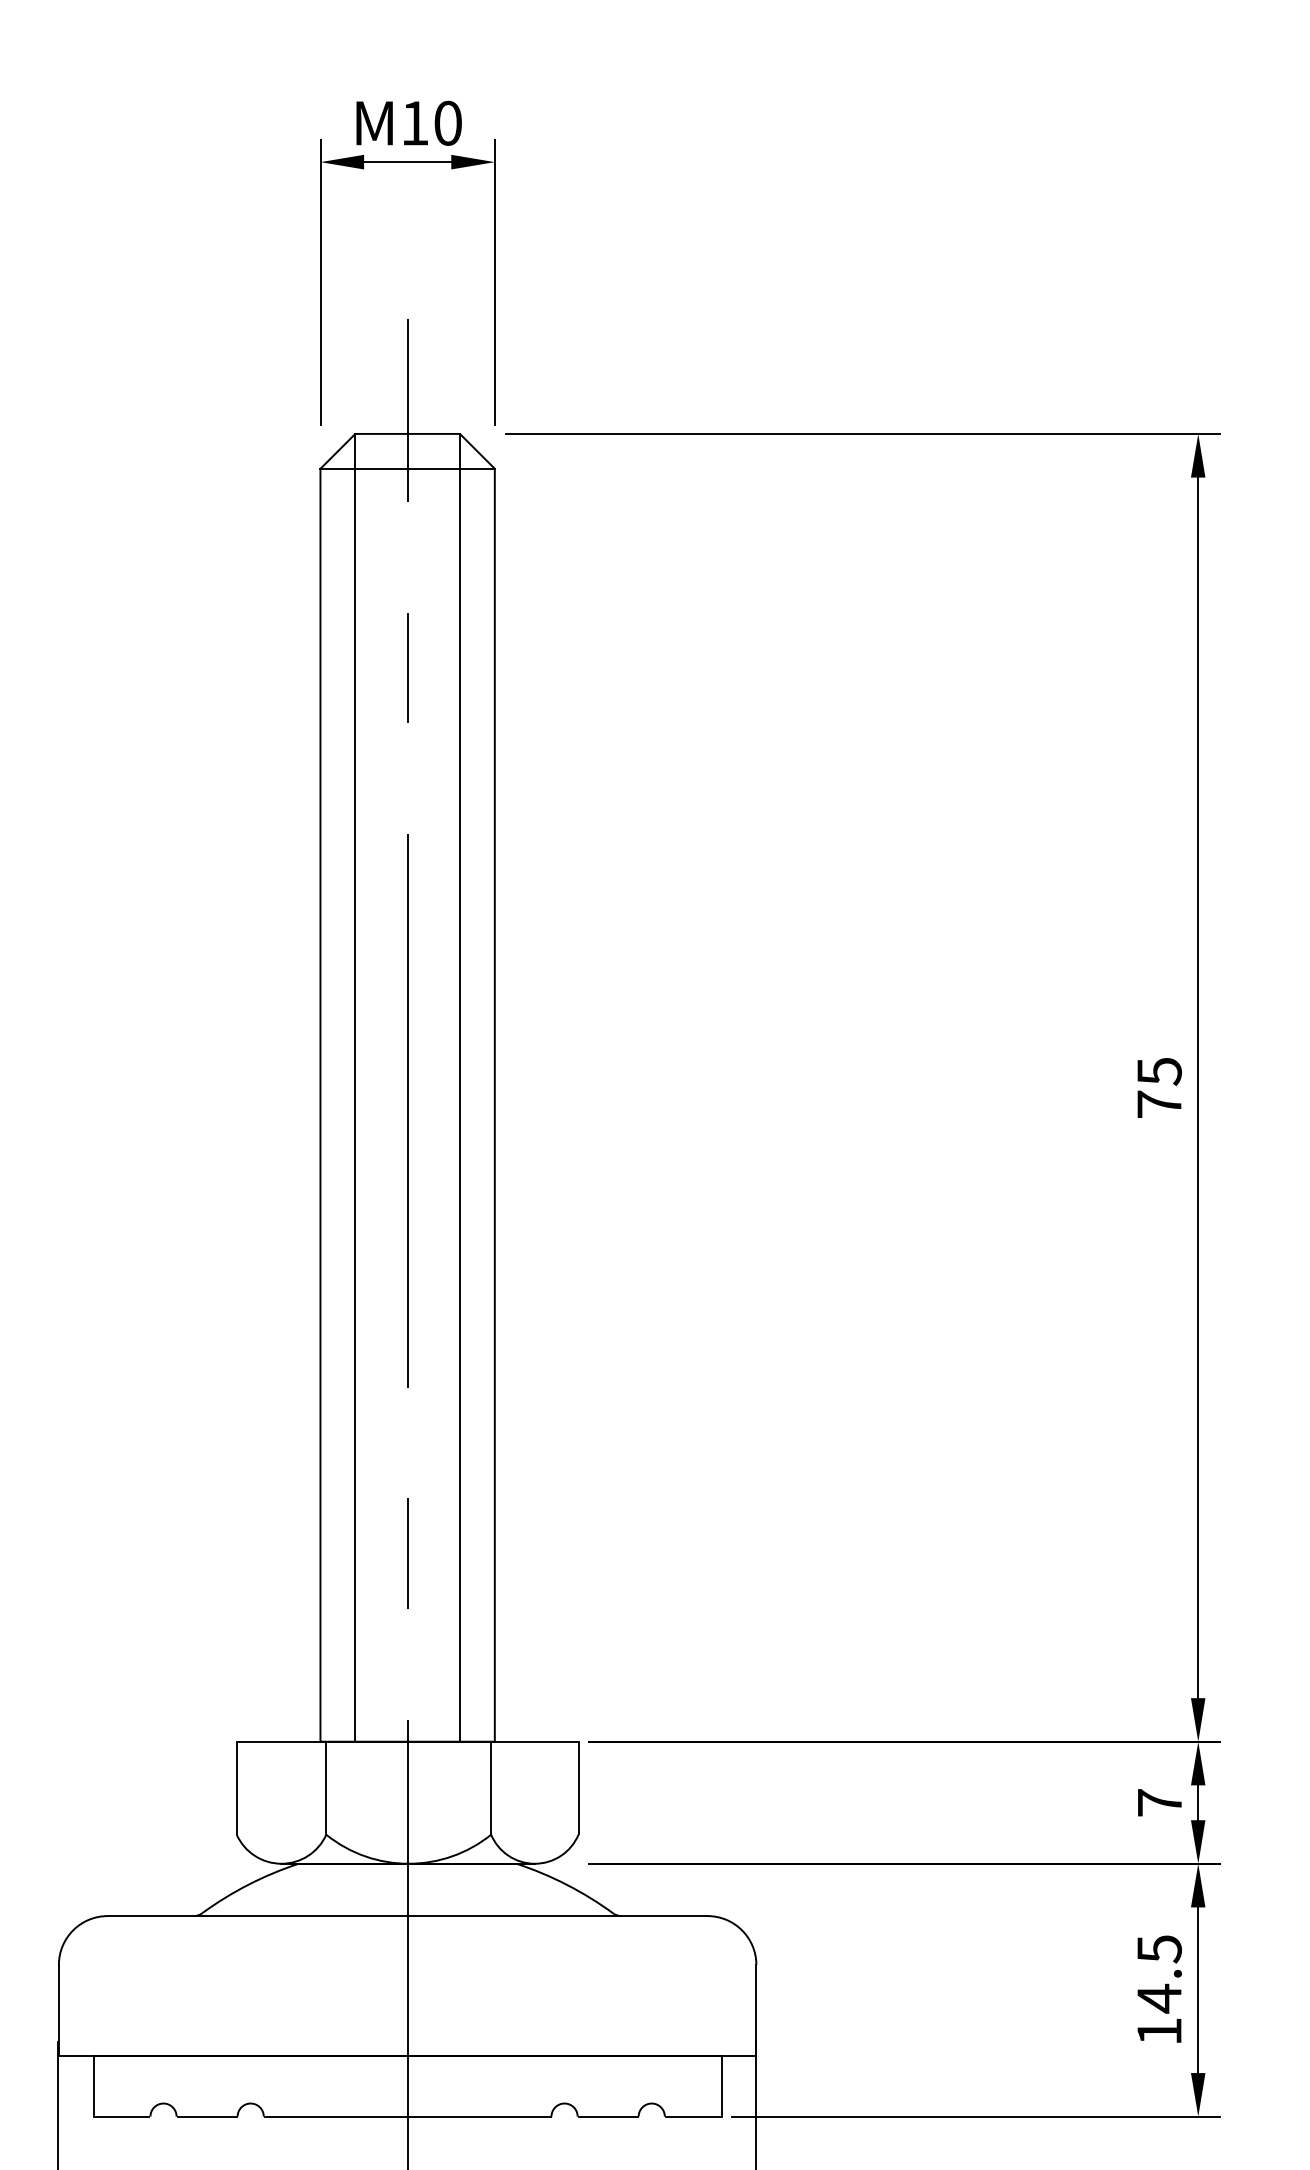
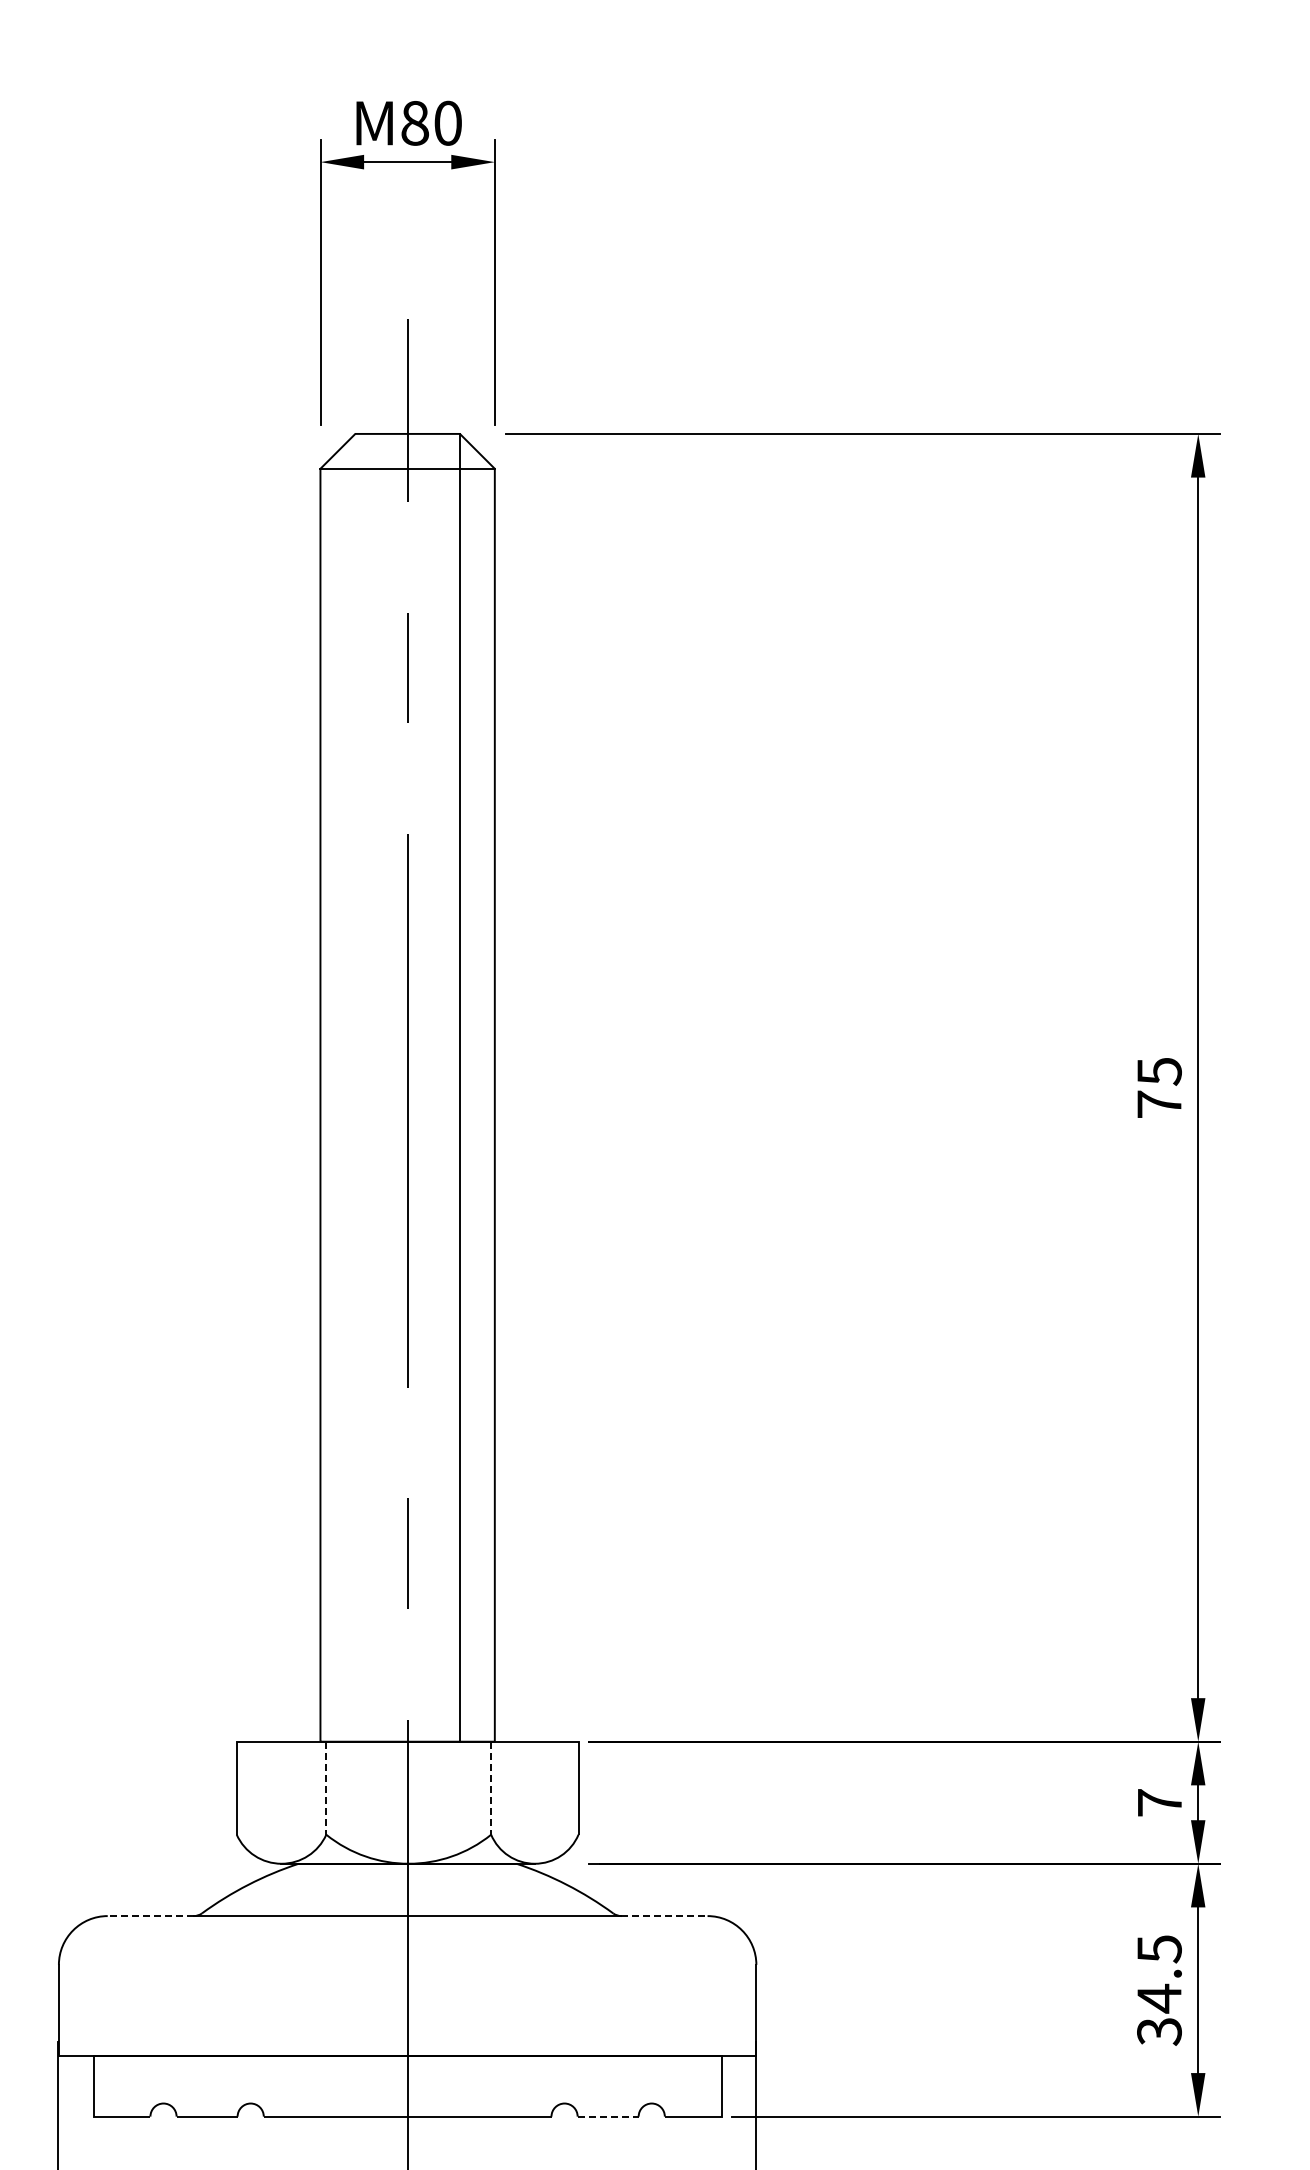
text at (414, 123): M10 -> M80
line at (355, 1087): present -> none
line at (326, 1788): solid -> dashed
line at (491, 1788): solid -> dashed
line at (150, 1916): solid -> dashed
line at (665, 1916): solid -> dashed
text at (1159, 2031): 14.5 -> 34.5
line at (608, 2116): solid -> dashed
